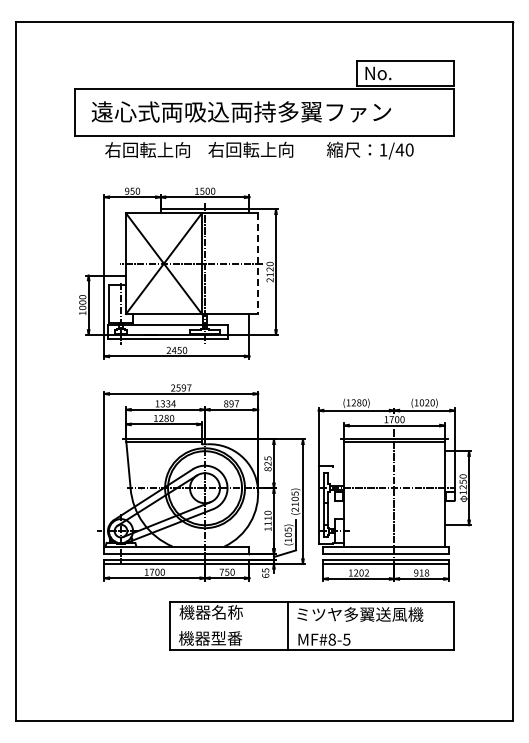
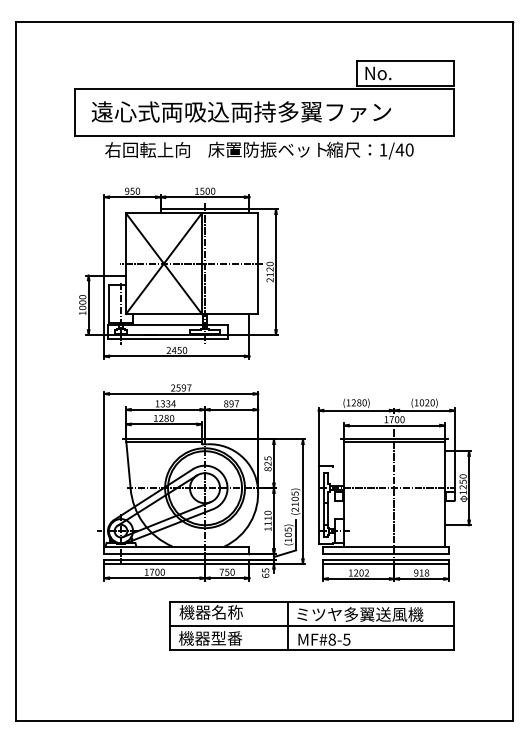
text at (267, 149): 右回転上向 -> 床置防振ベット
line at (258, 264): dashed -> solid
line at (311, 626): none -> present
